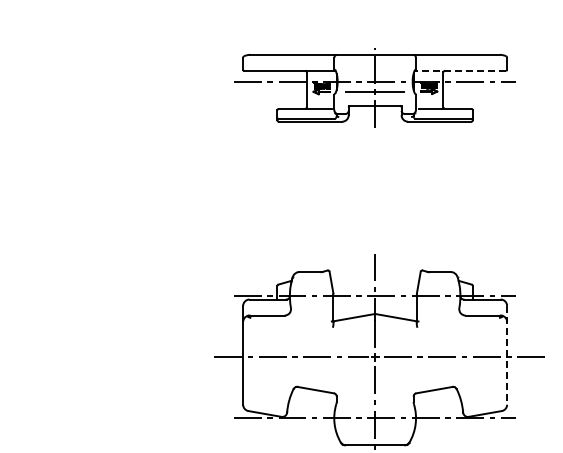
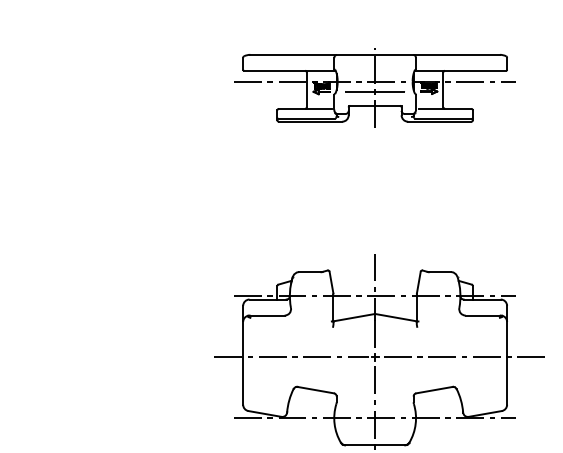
line at (460, 70): dashed -> solid
line at (507, 355): dashed -> solid
